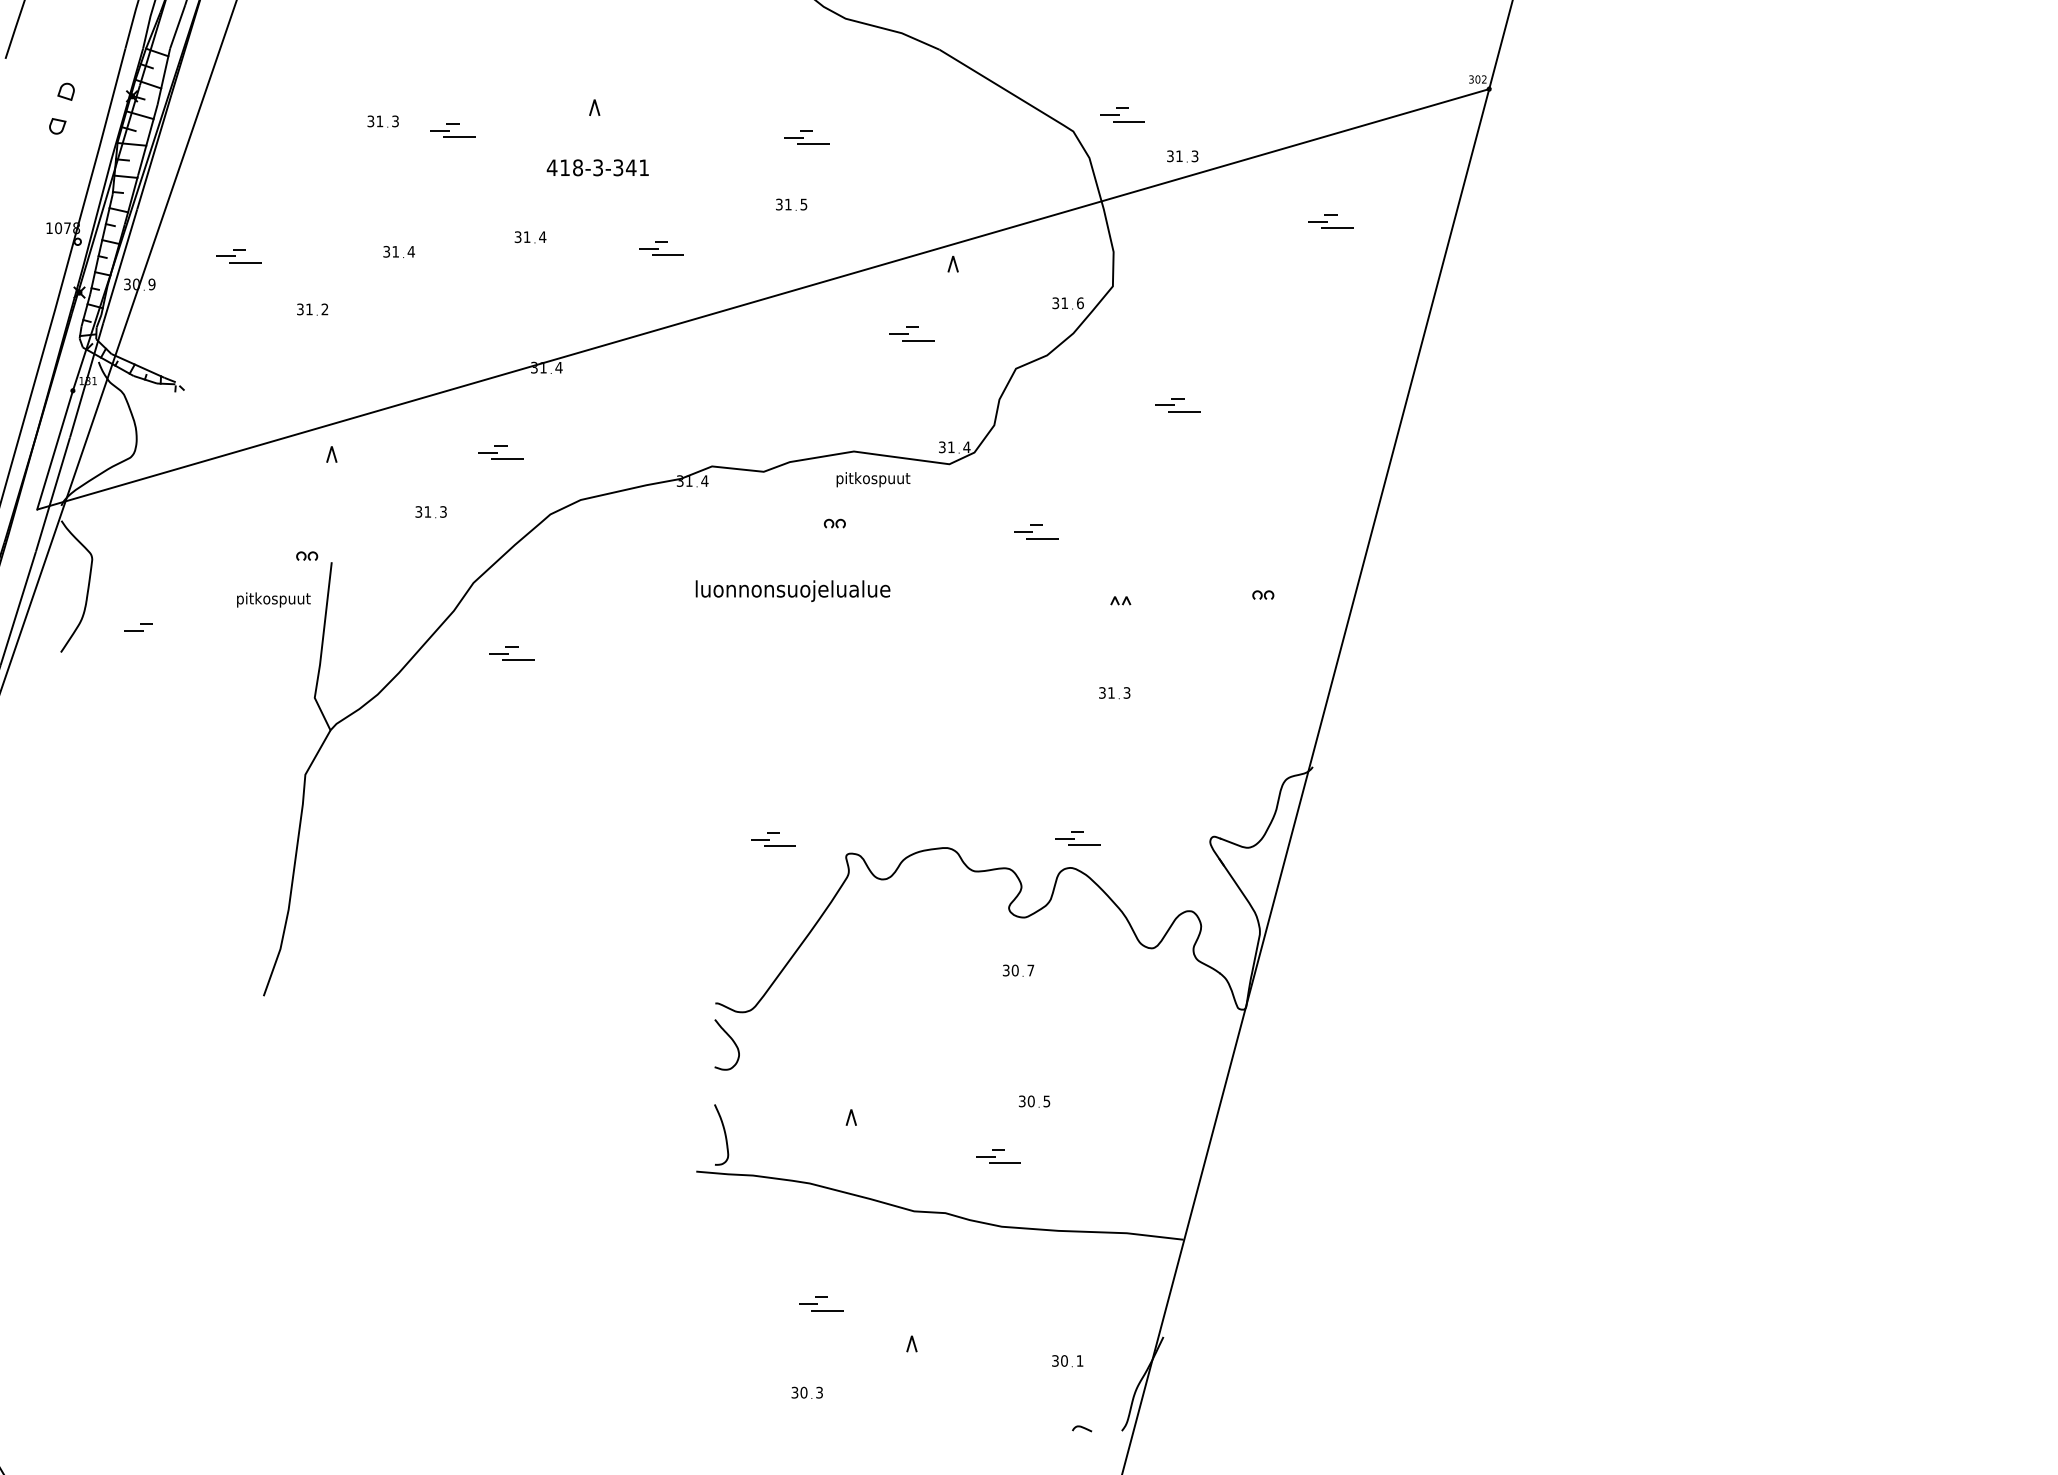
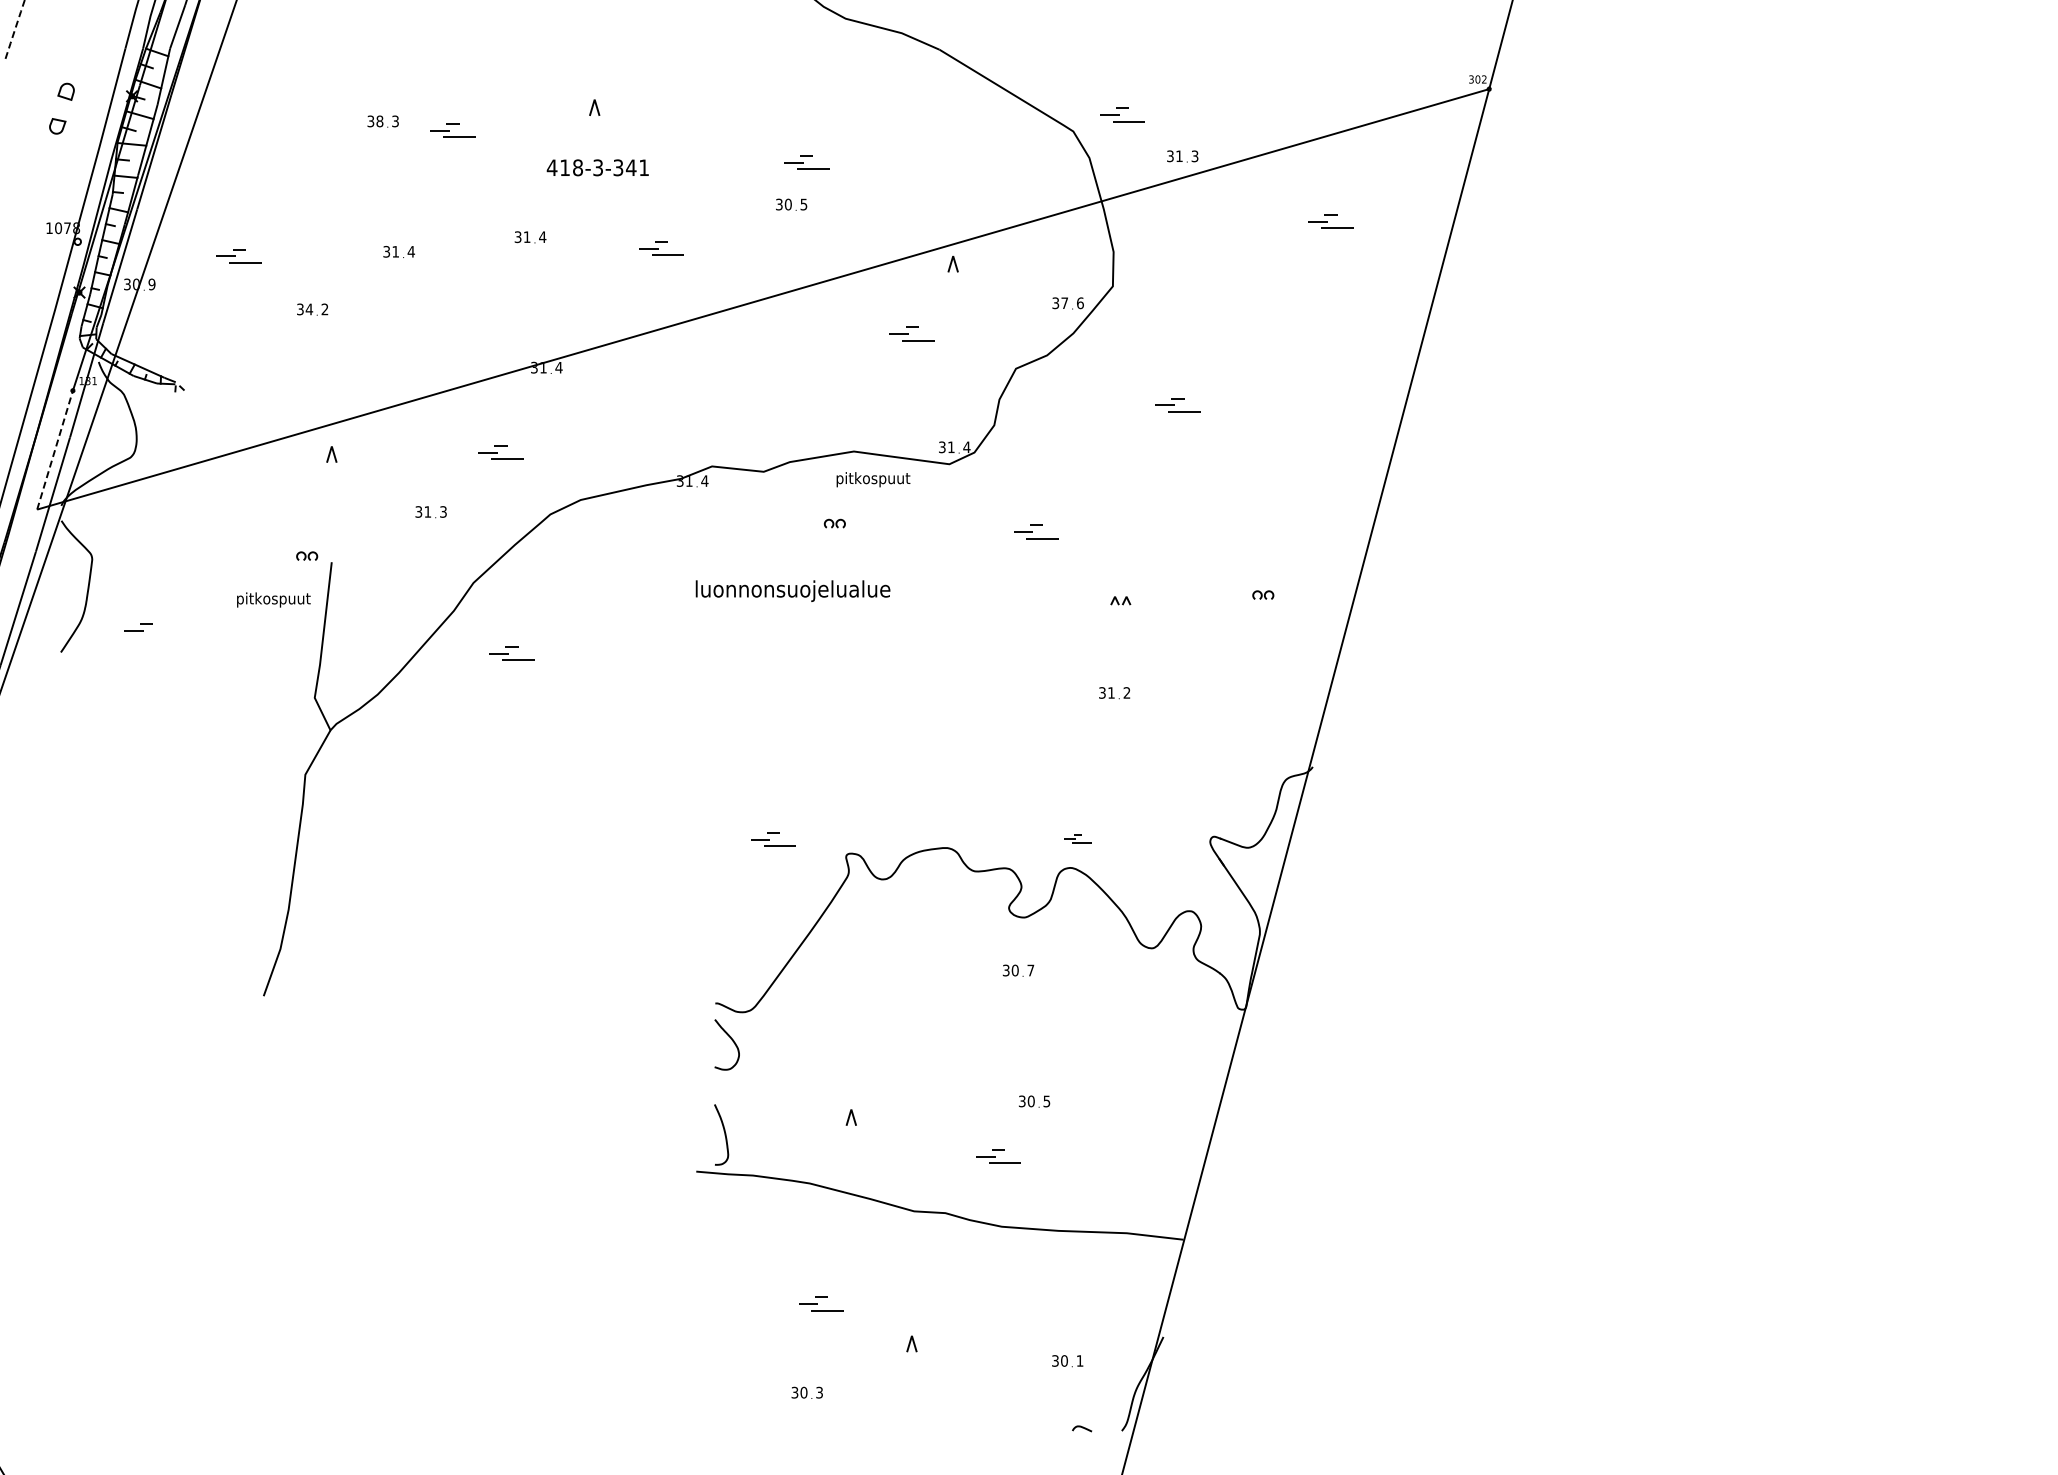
arc at (15, 29): solid -> dashed
text at (379, 121): 31 -> 38
part at (806, 137) position: (806, 137) -> (806, 162)
text at (787, 204): 31 -> 30
text at (1064, 302): 31 -> 37
text at (309, 309): 31 -> 34
line at (55, 449): solid -> dashed
text at (1126, 692): 3 -> 2
part at (1077, 838) size: 46x15 px -> 28x10 px
